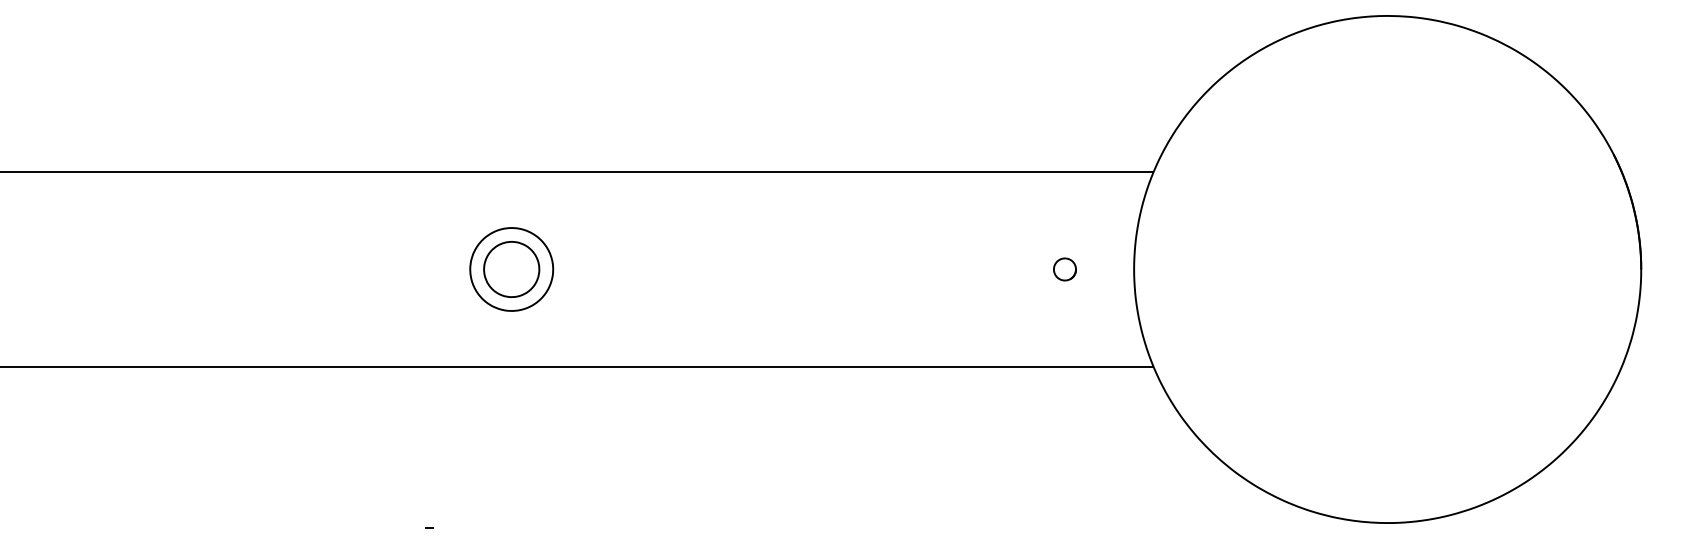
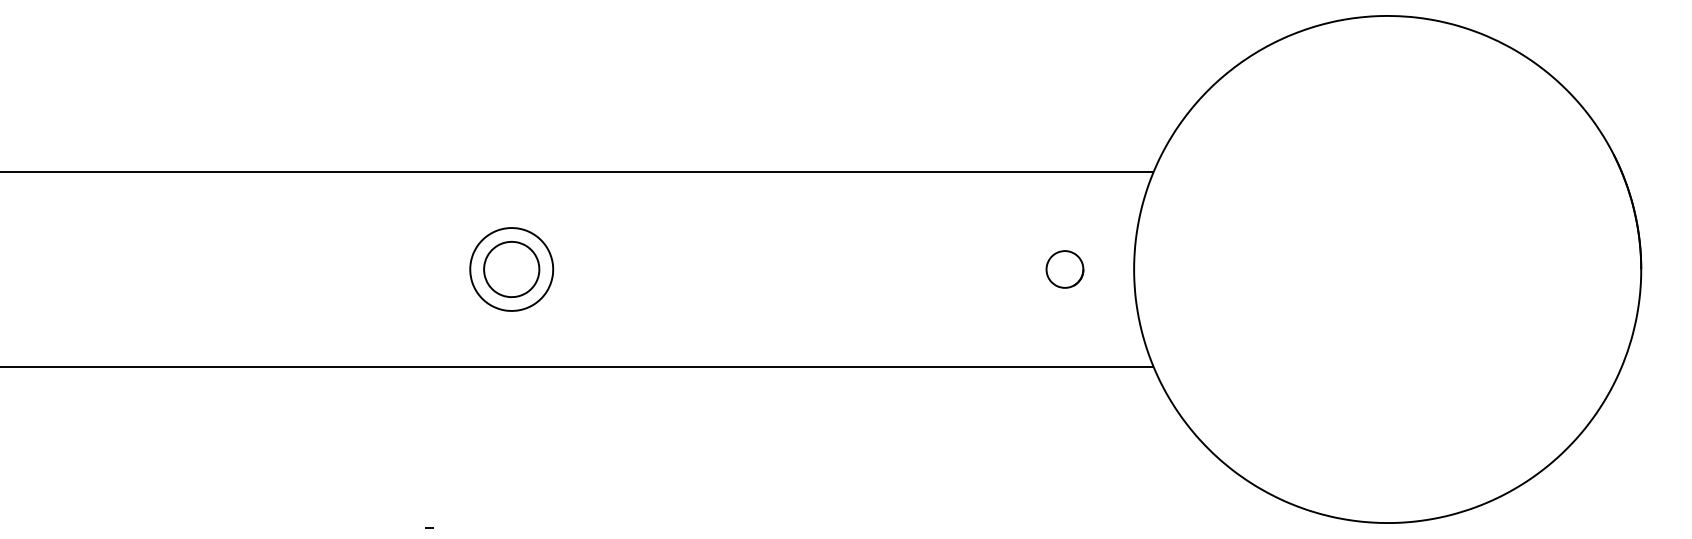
part at (1064, 269) size: 24x25 px -> 40x39 px
